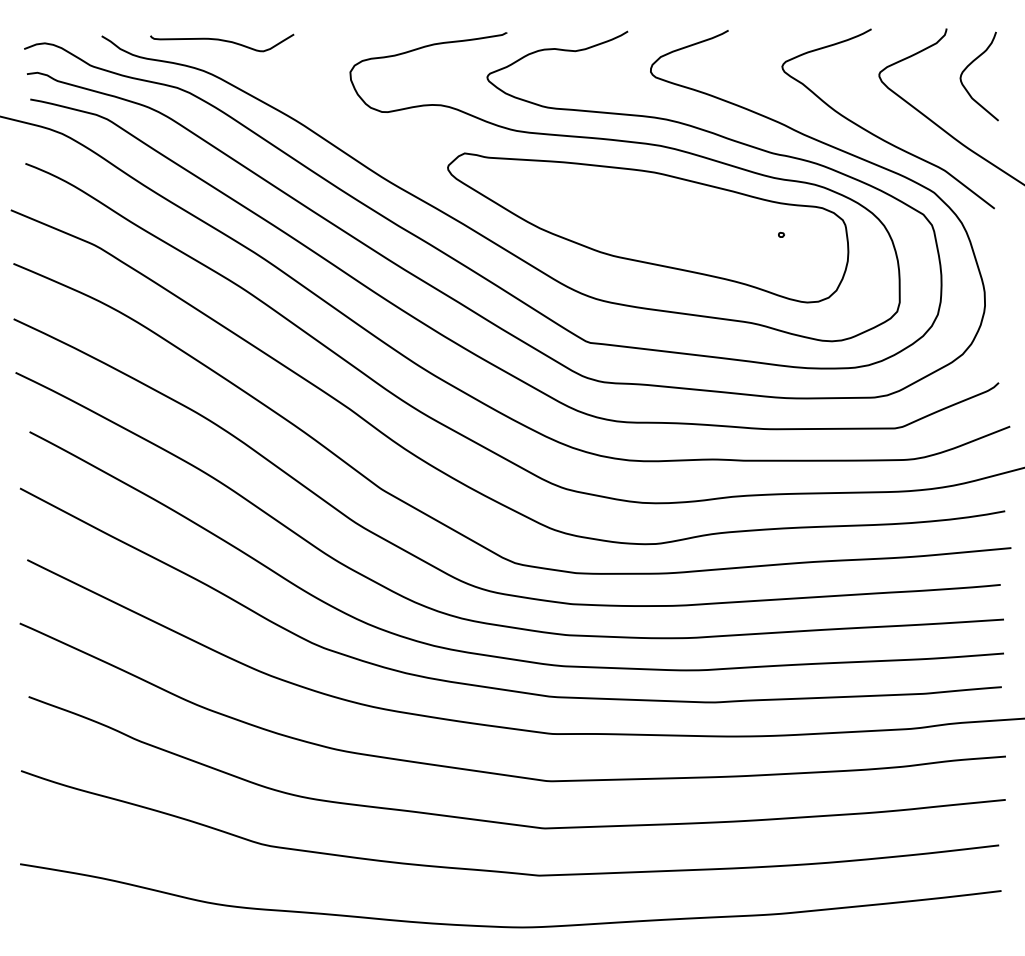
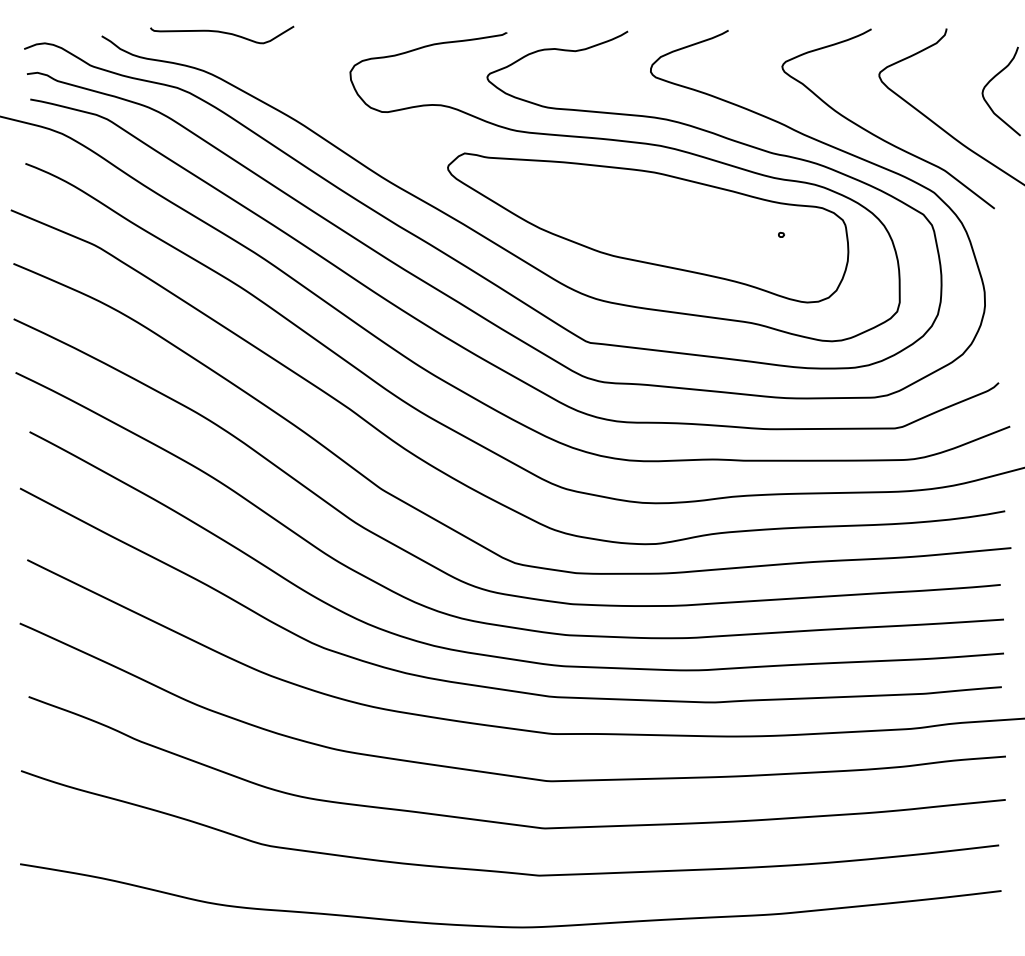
curve at (222, 41) position: (222, 41) -> (222, 33)
curve at (970, 65) position: (970, 65) -> (992, 80)
